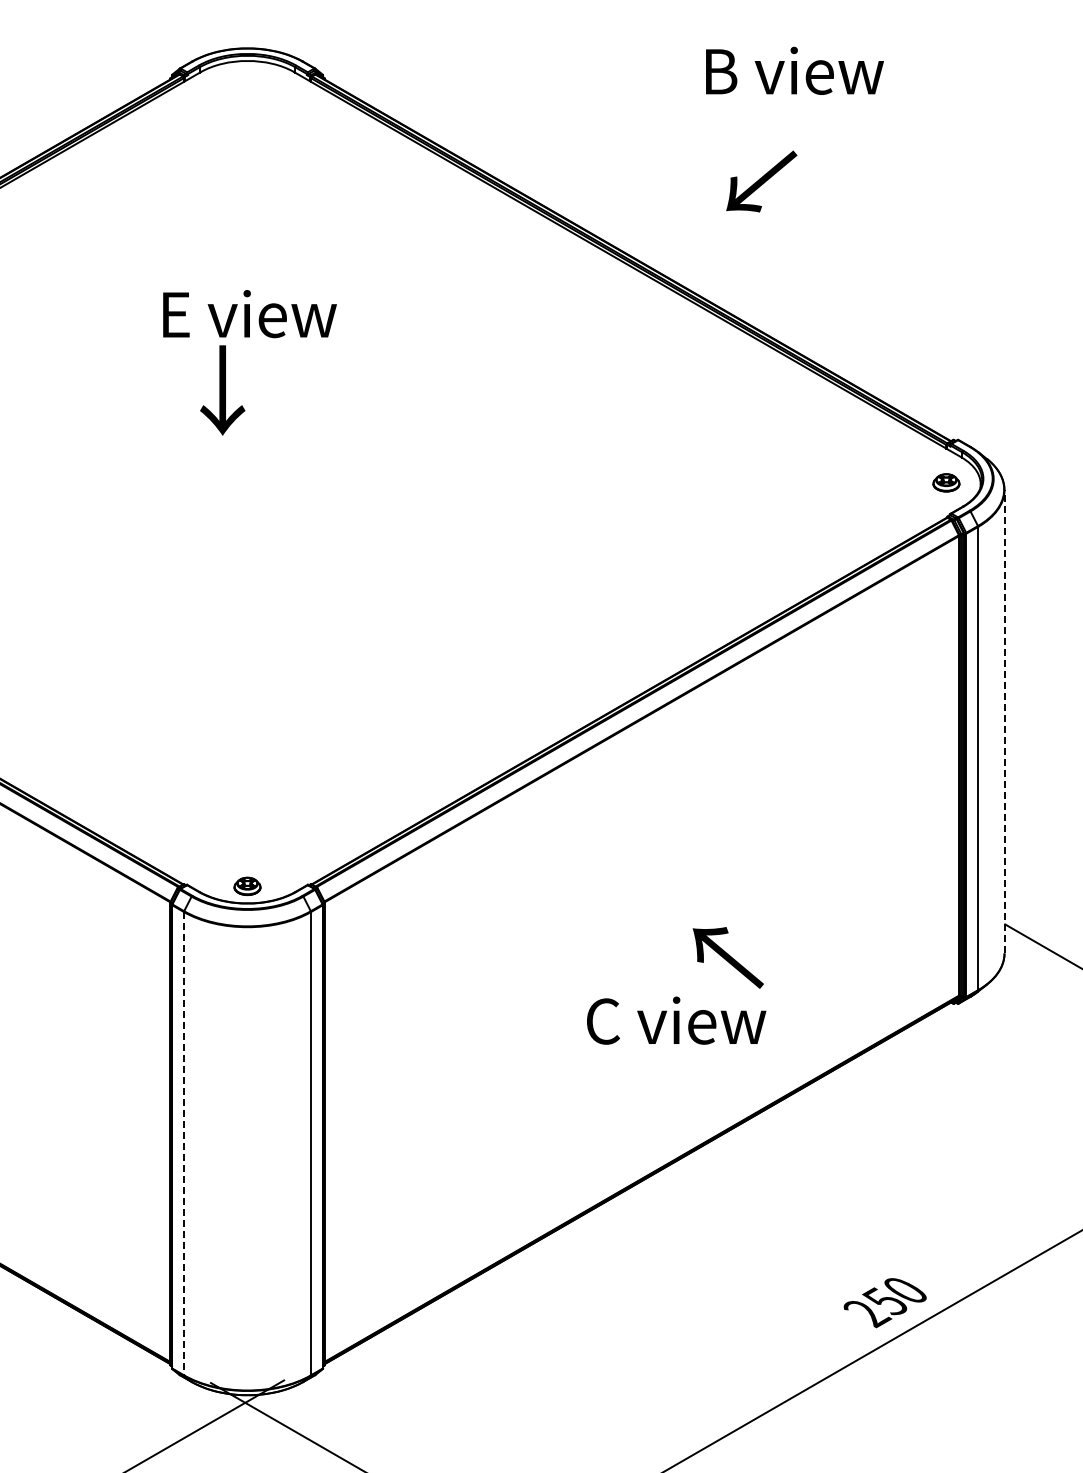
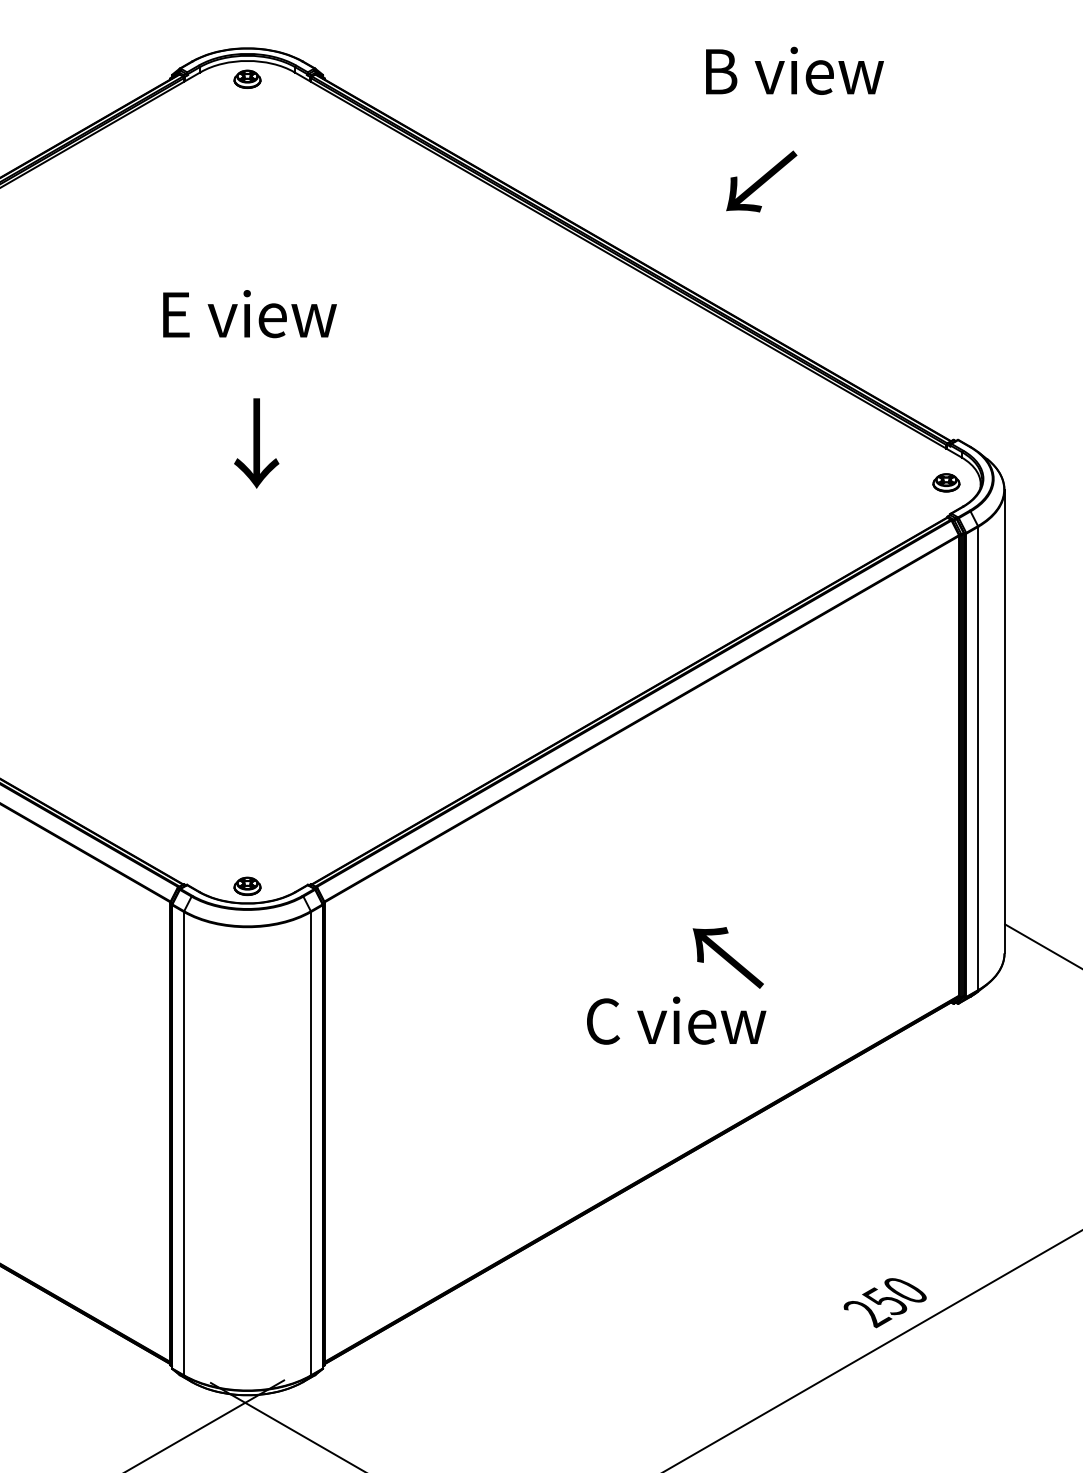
part at (247, 78): none -> present
text at (222, 390) position: (222, 390) -> (256, 443)
line at (1004, 721): dashed -> solid
line at (183, 1143): dashed -> solid
